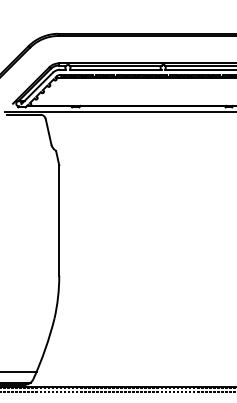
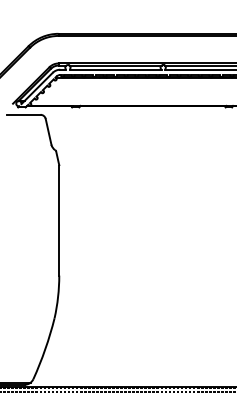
line at (119, 112): present -> none
line at (19, 371): present -> none
